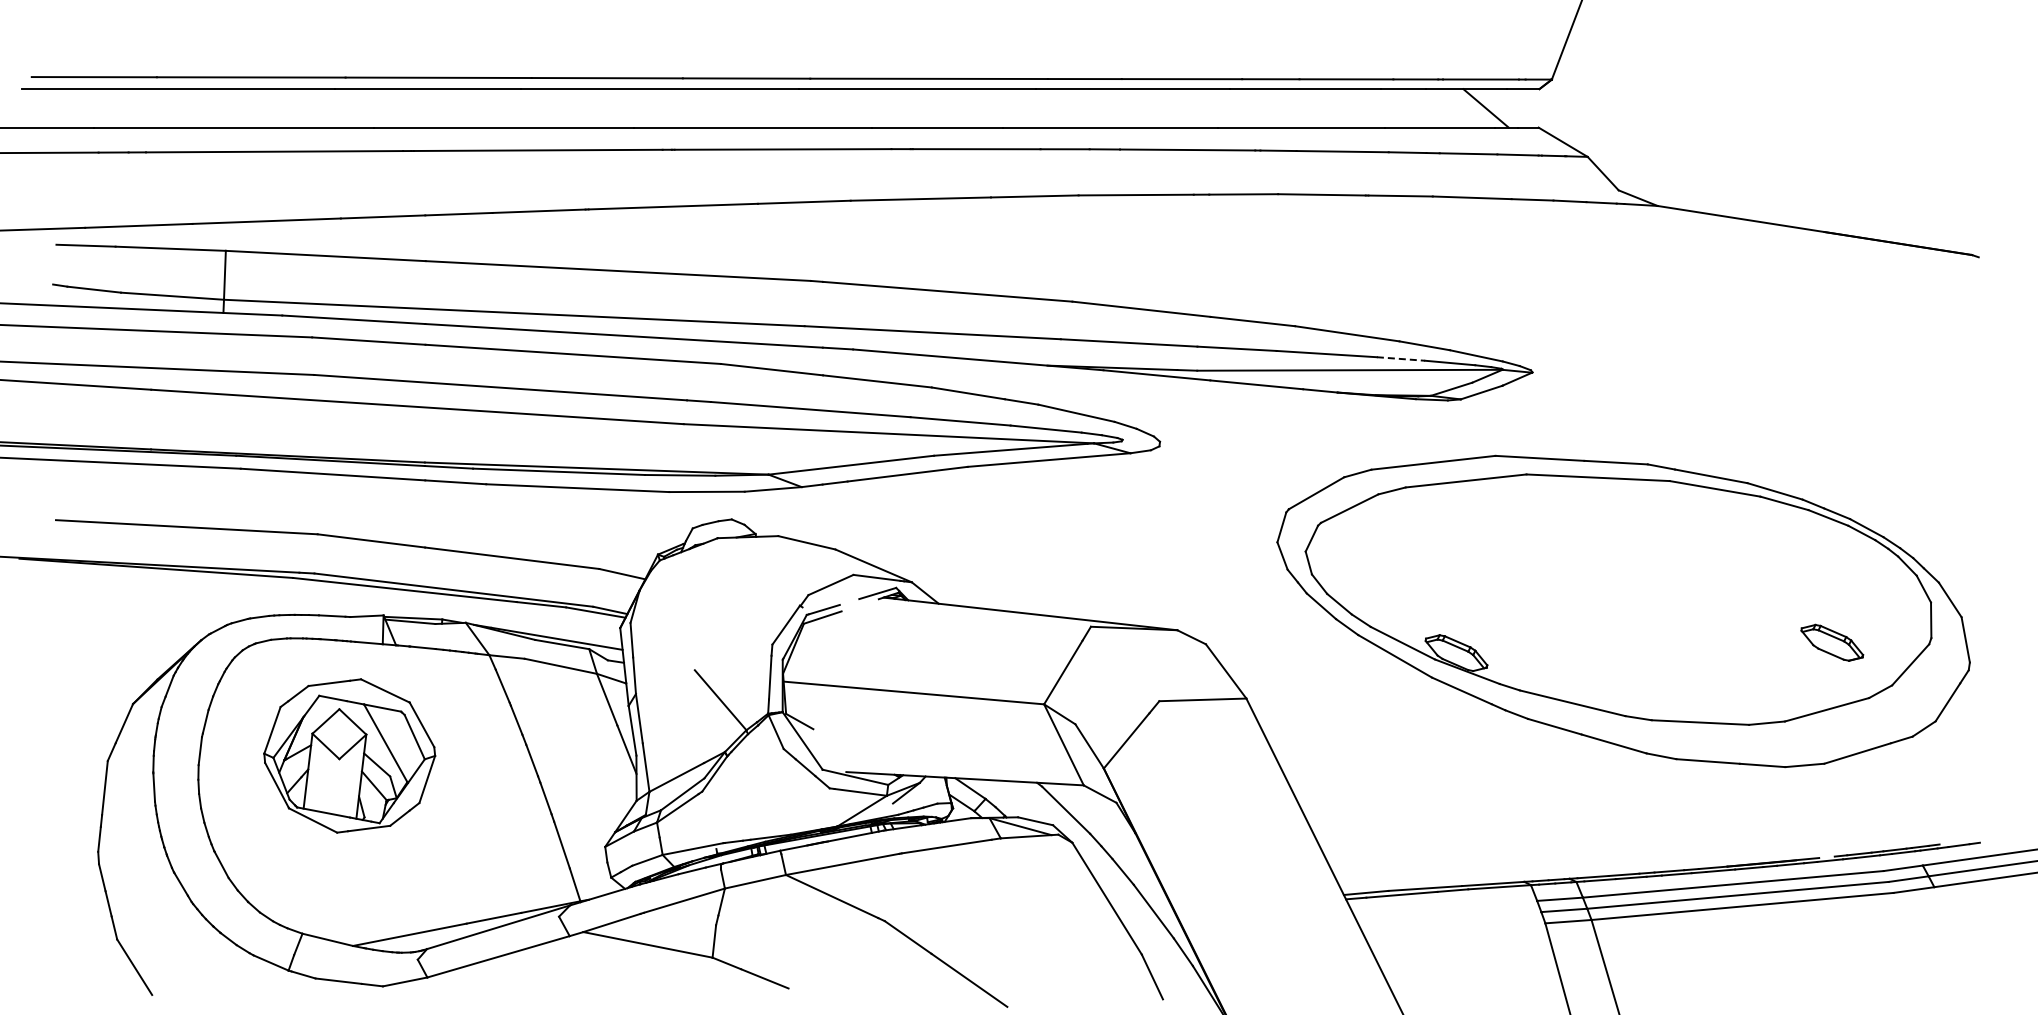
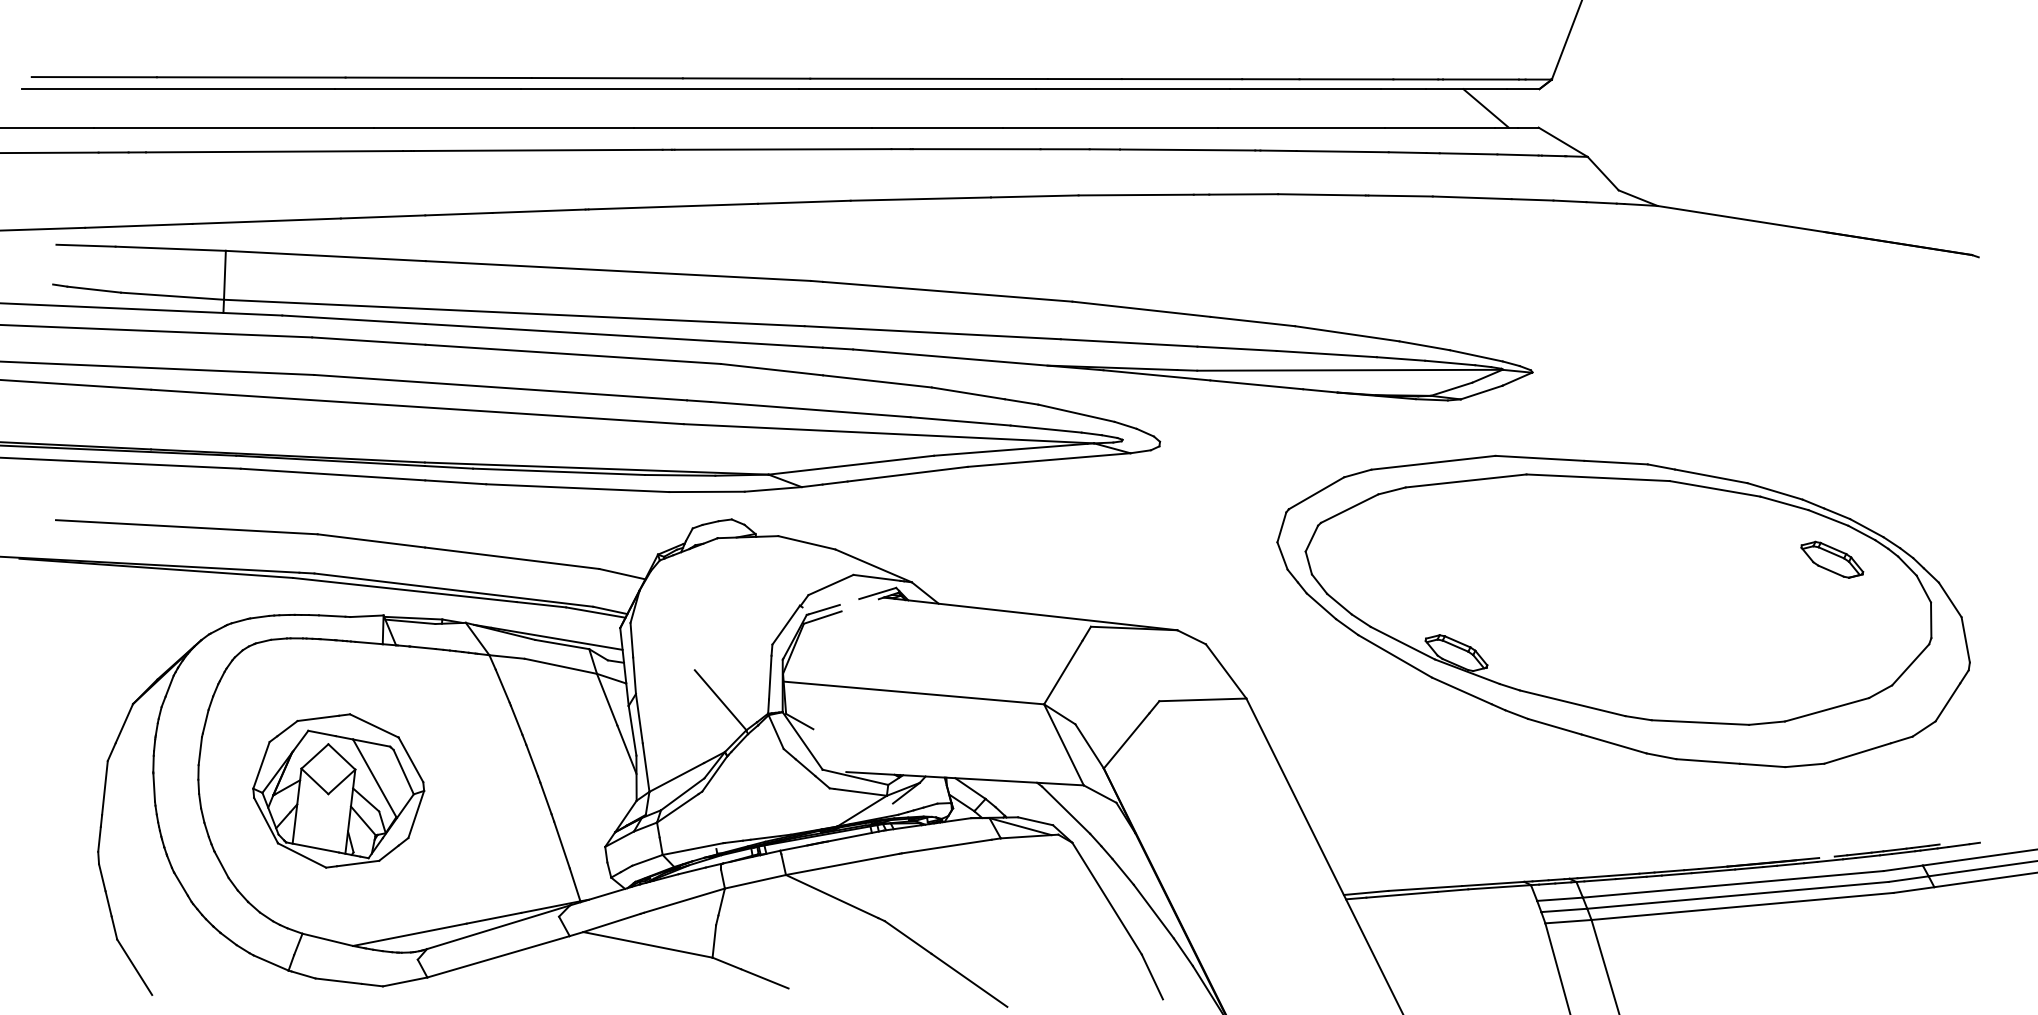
line at (1401, 359): dashed -> solid
part at (1832, 642) position: (1832, 642) -> (1832, 559)
part at (349, 755) position: (349, 755) -> (338, 790)
